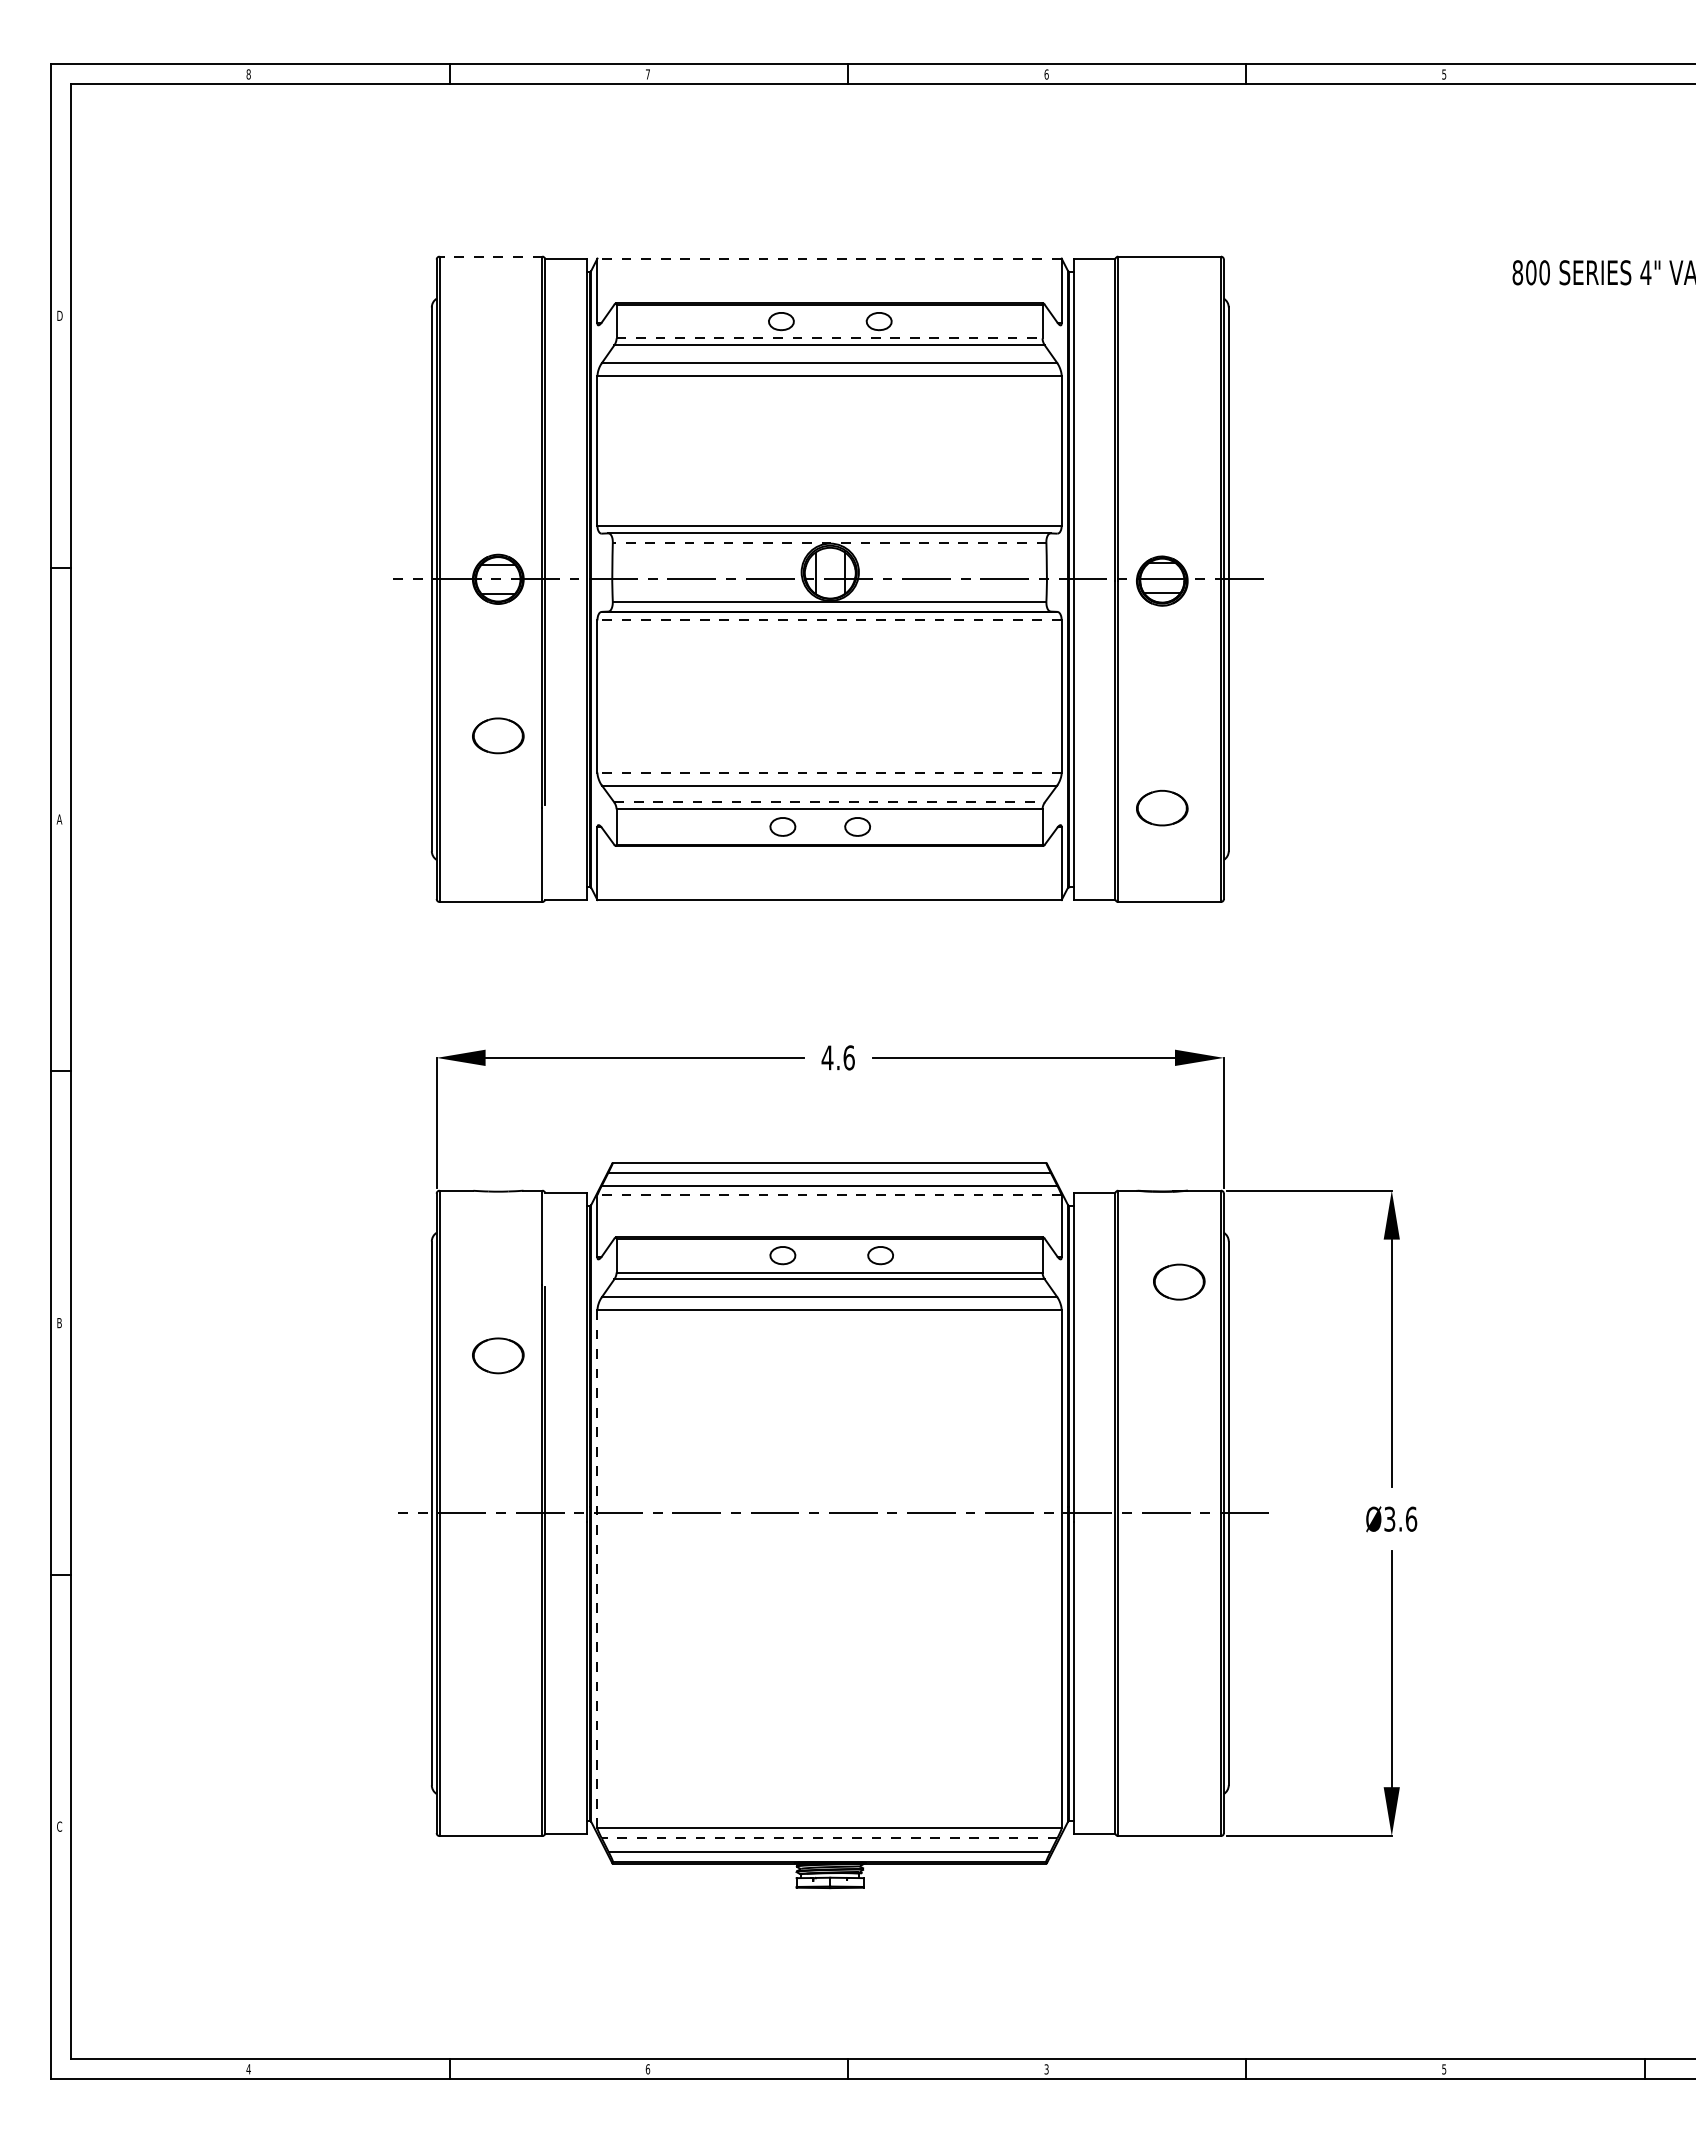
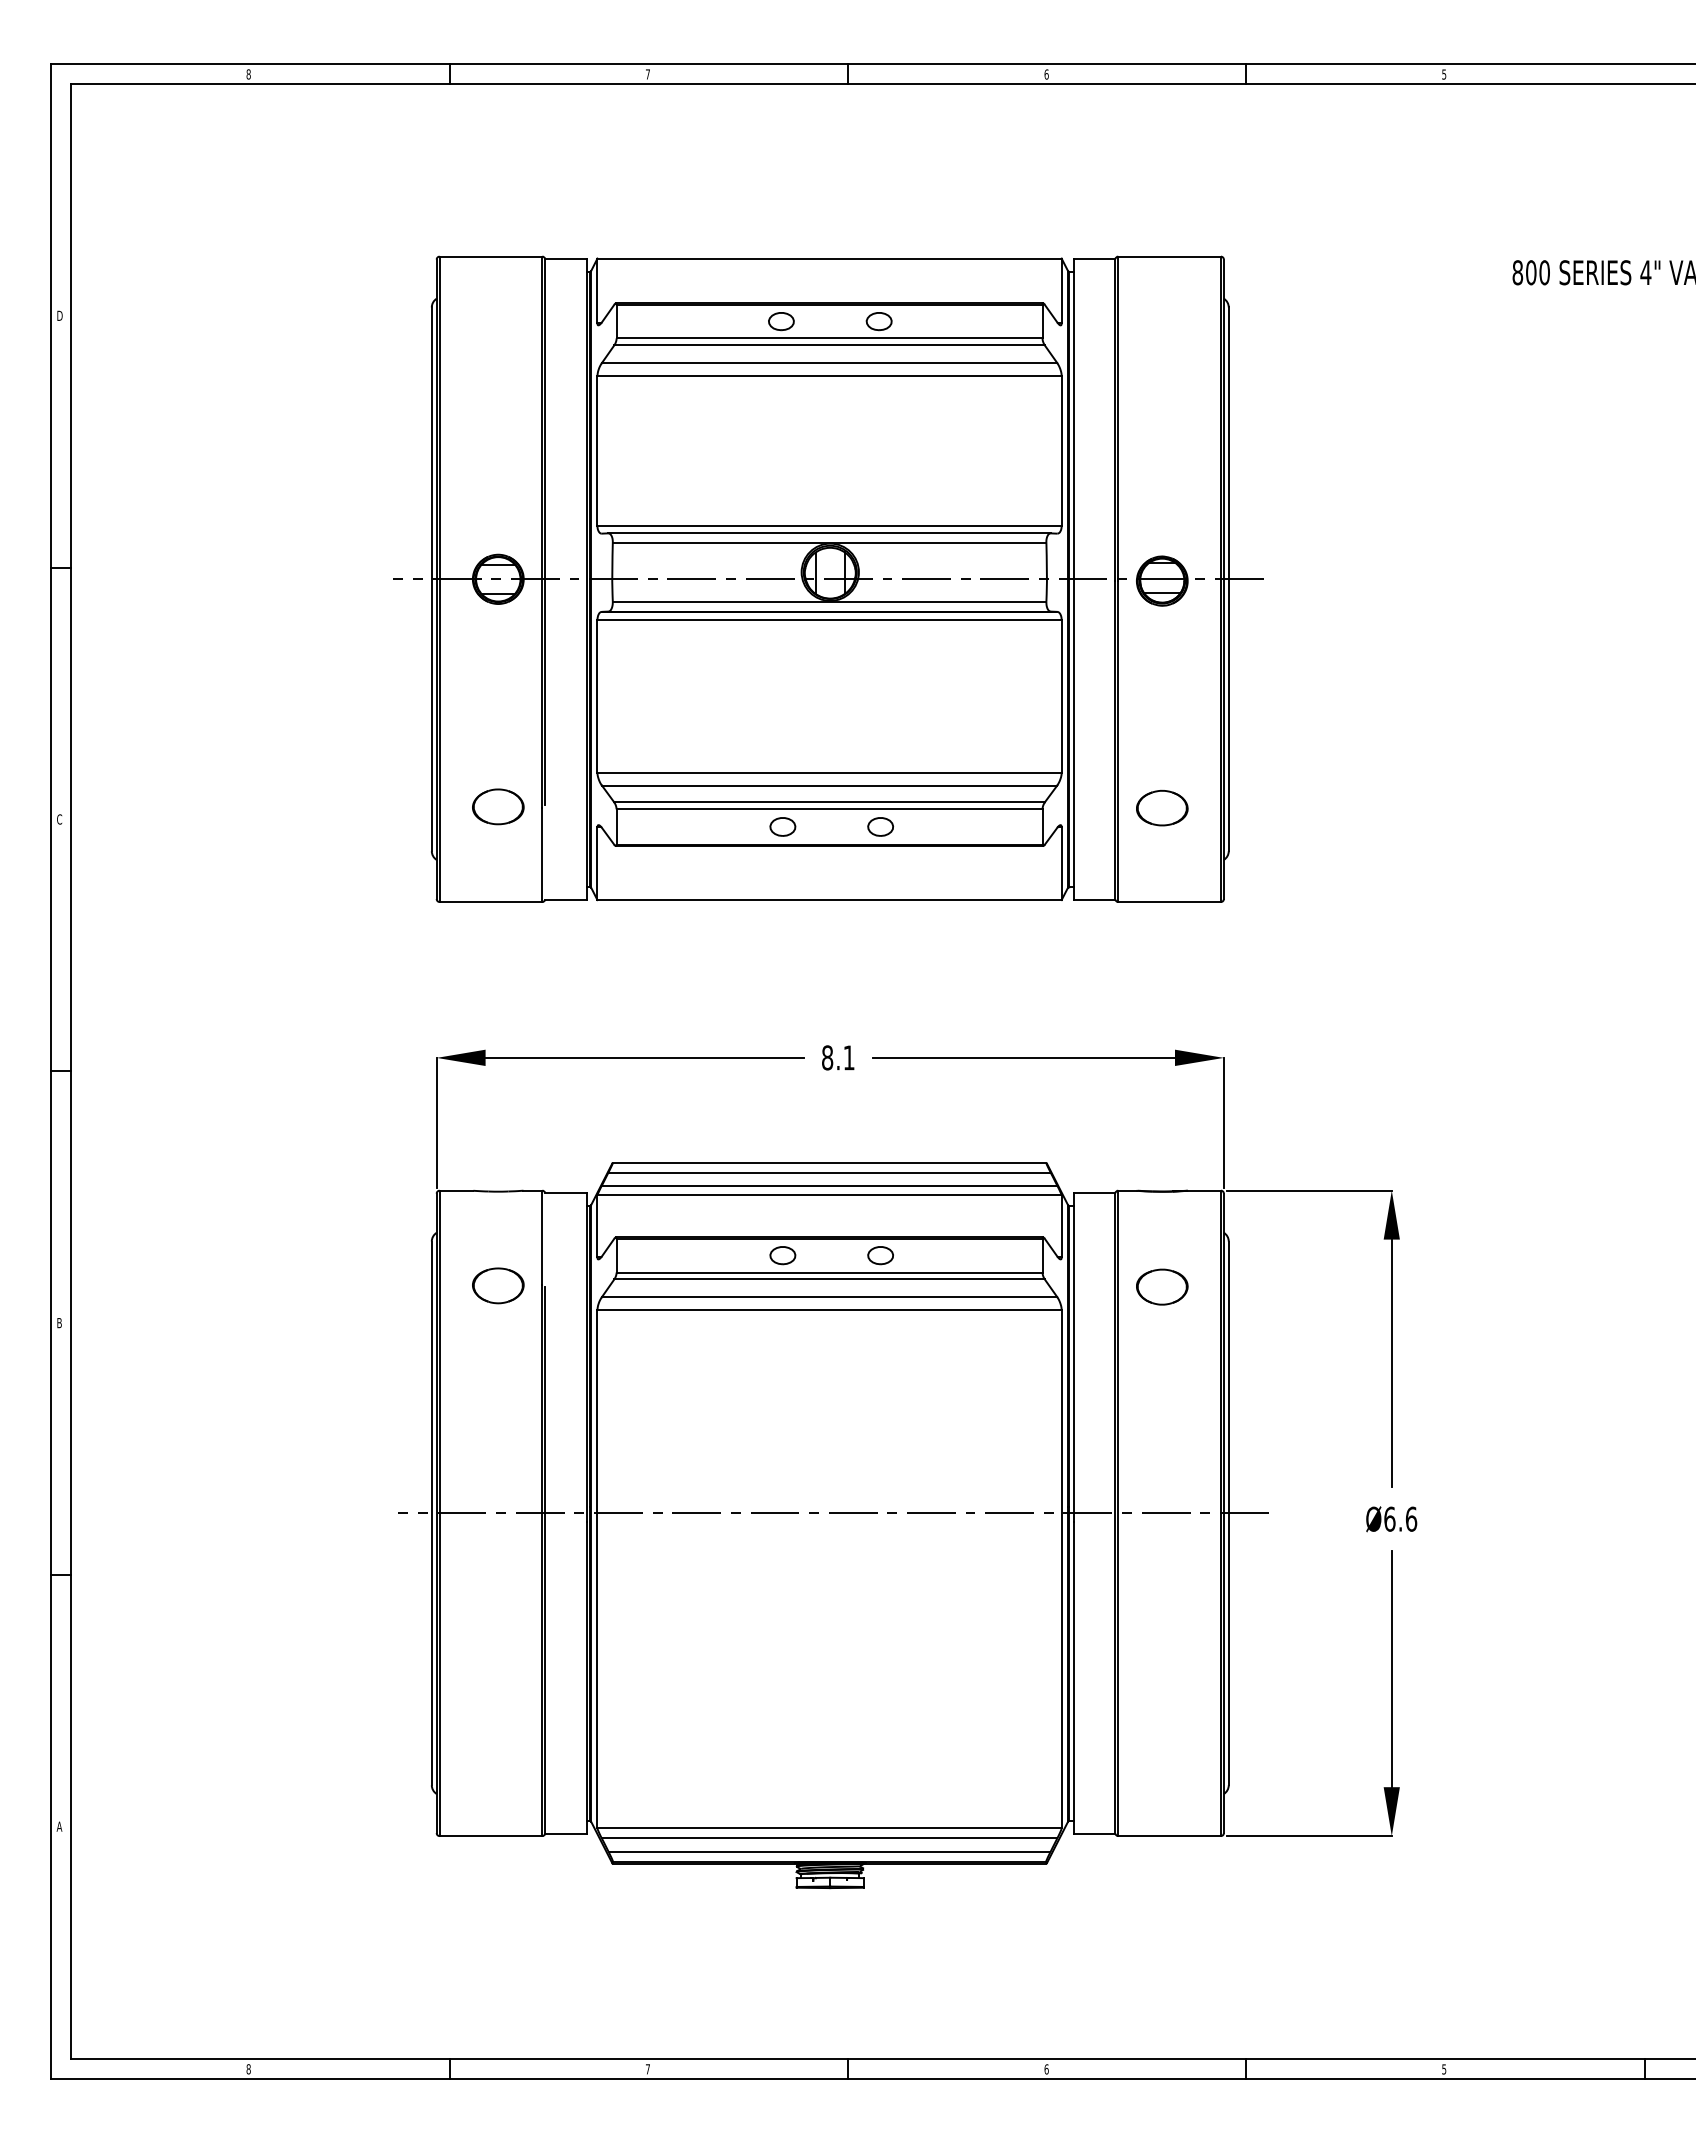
line at (490, 256): dashed -> solid
line at (829, 258): dashed -> solid
line at (830, 338): dashed -> solid
line at (829, 542): dashed -> solid
line at (829, 620): dashed -> solid
part at (498, 735) position: (498, 735) -> (498, 806)
line at (829, 772): dashed -> solid
line at (830, 802): dashed -> solid
text at (59, 819): A -> C
part at (857, 826) position: (857, 826) -> (880, 826)
text at (837, 1057): 4.6 -> 8.1
line at (829, 1195): dashed -> solid
part at (1179, 1281) position: (1179, 1281) -> (1162, 1286)
part at (498, 1355) position: (498, 1355) -> (498, 1285)
text at (1389, 1518): Ø3.6 -> Ø6.6
line at (597, 1569): dashed -> solid
text at (59, 1826): C -> A
line at (829, 1838): dashed -> solid
text at (248, 2069): 4 -> 8
text at (647, 2069): 6 -> 7
text at (1046, 2069): 3 -> 6
